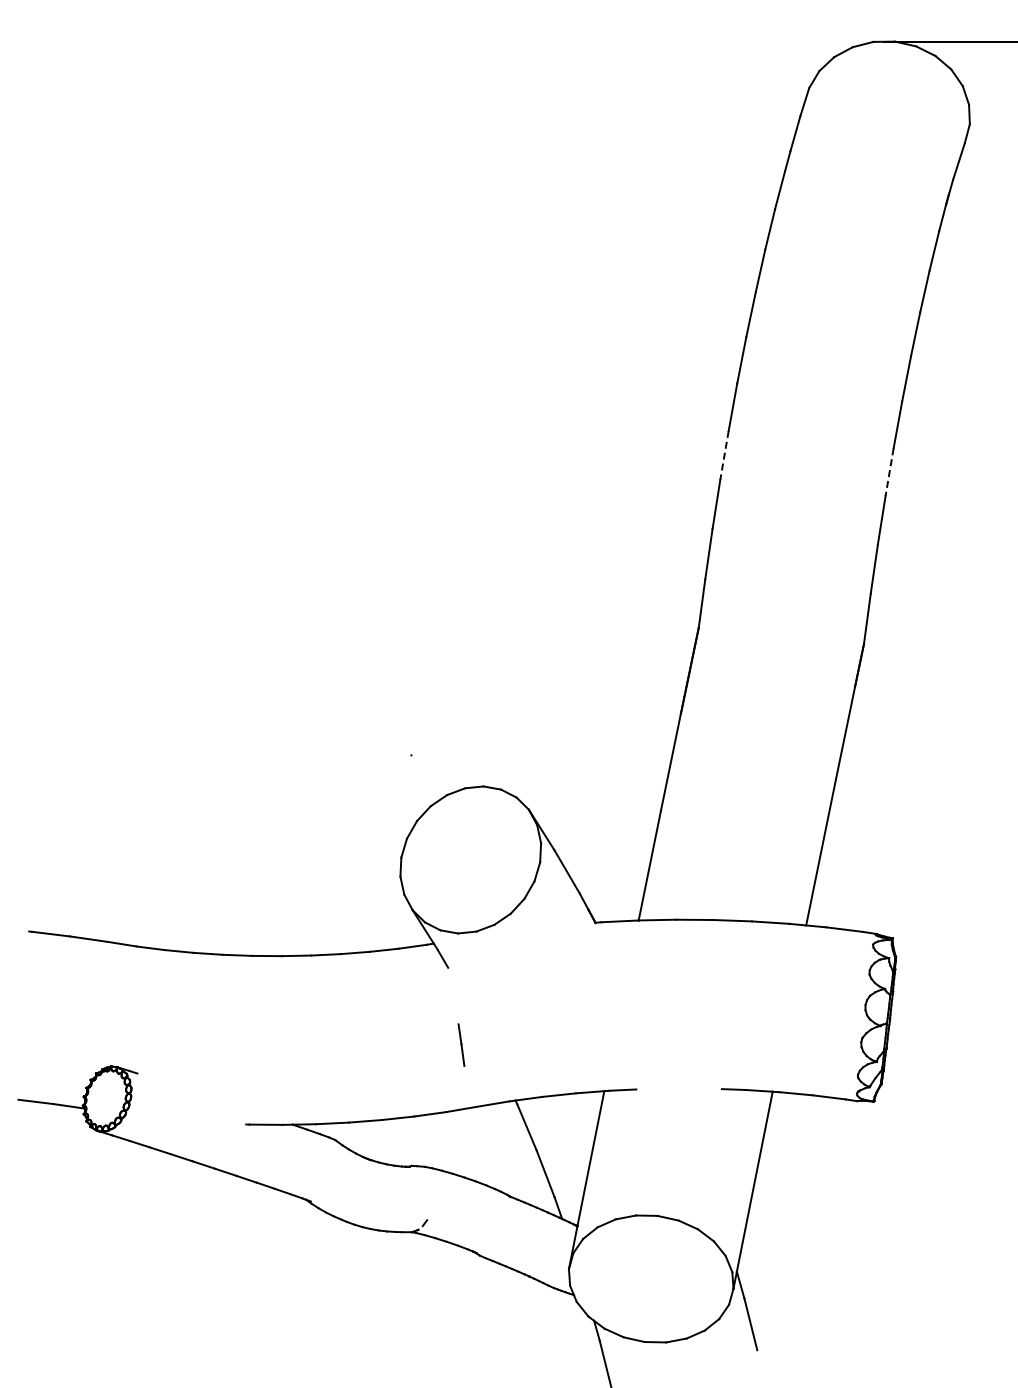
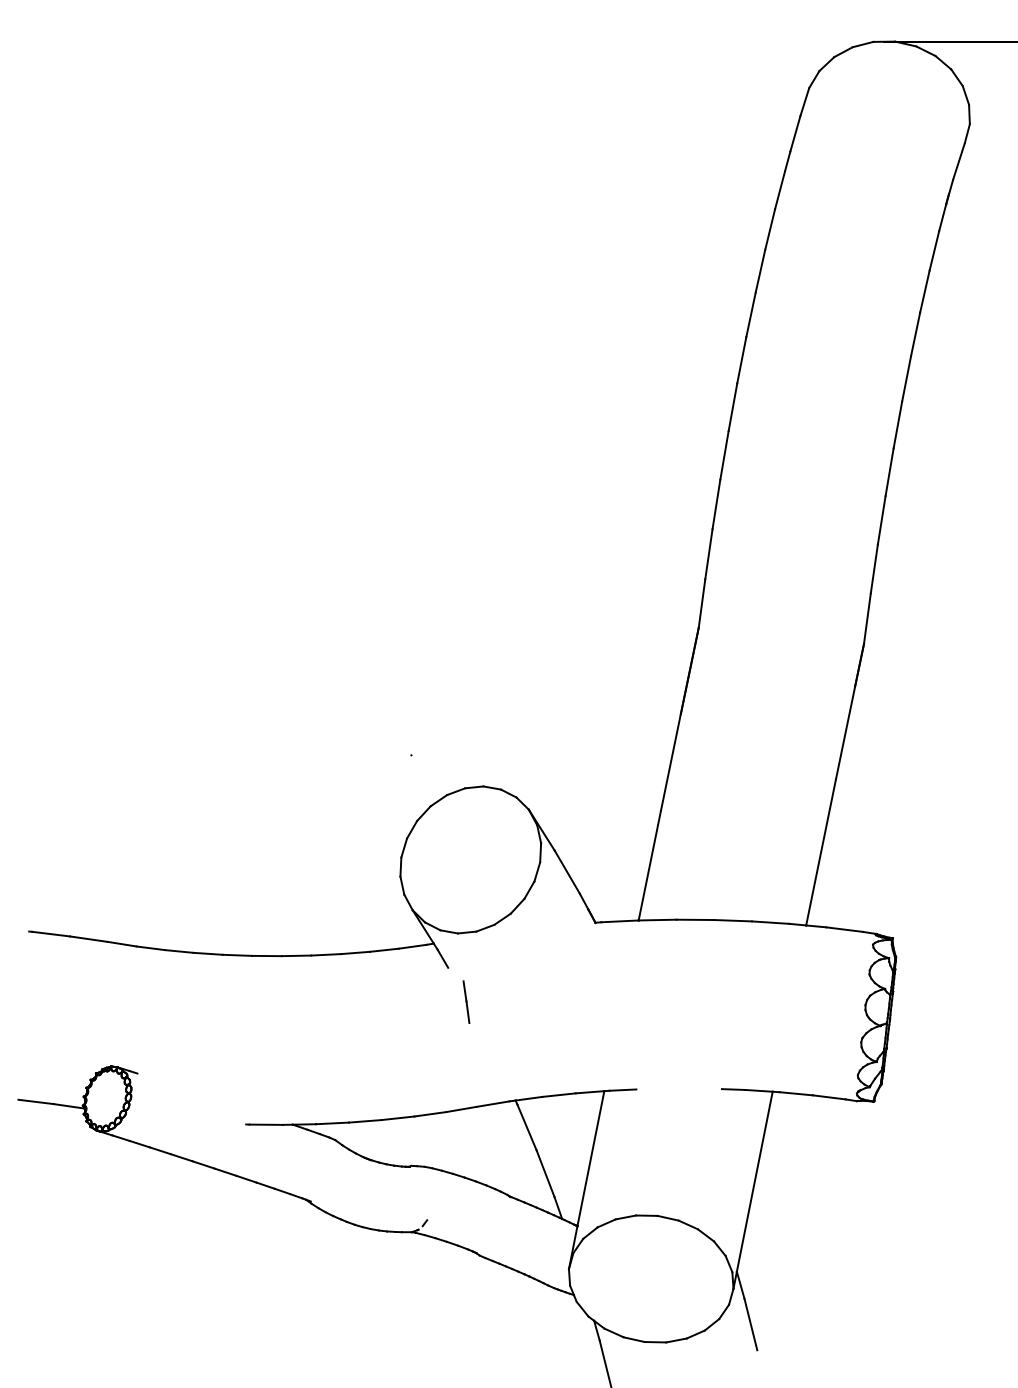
line at (724, 455): dashed -> solid
line at (889, 472): dashed -> solid
line at (461, 1044) position: (461, 1044) -> (466, 1001)
